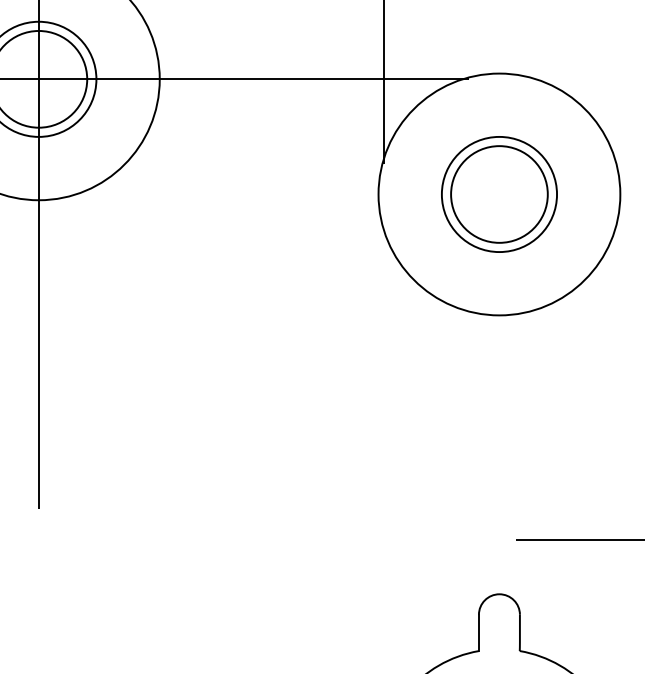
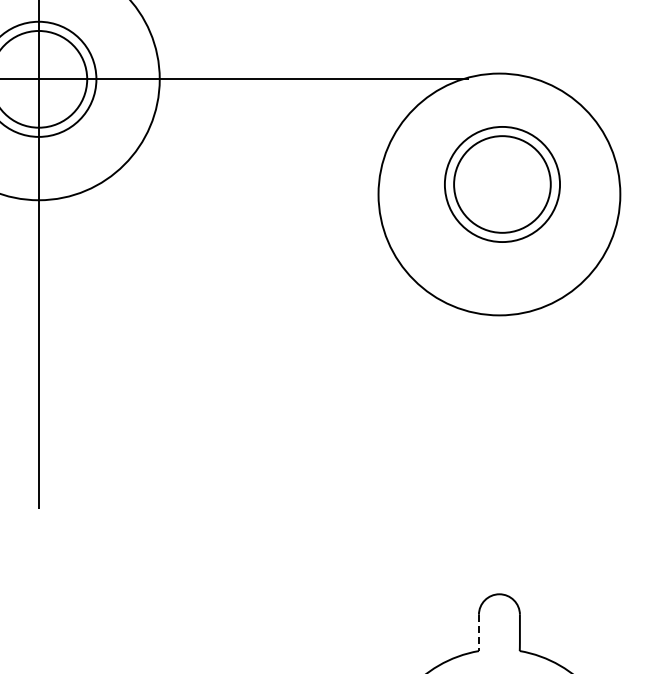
line at (384, 82): present -> none
part at (499, 194) position: (499, 194) -> (502, 184)
line at (578, 539): present -> none
line at (478, 633): solid -> dashed
